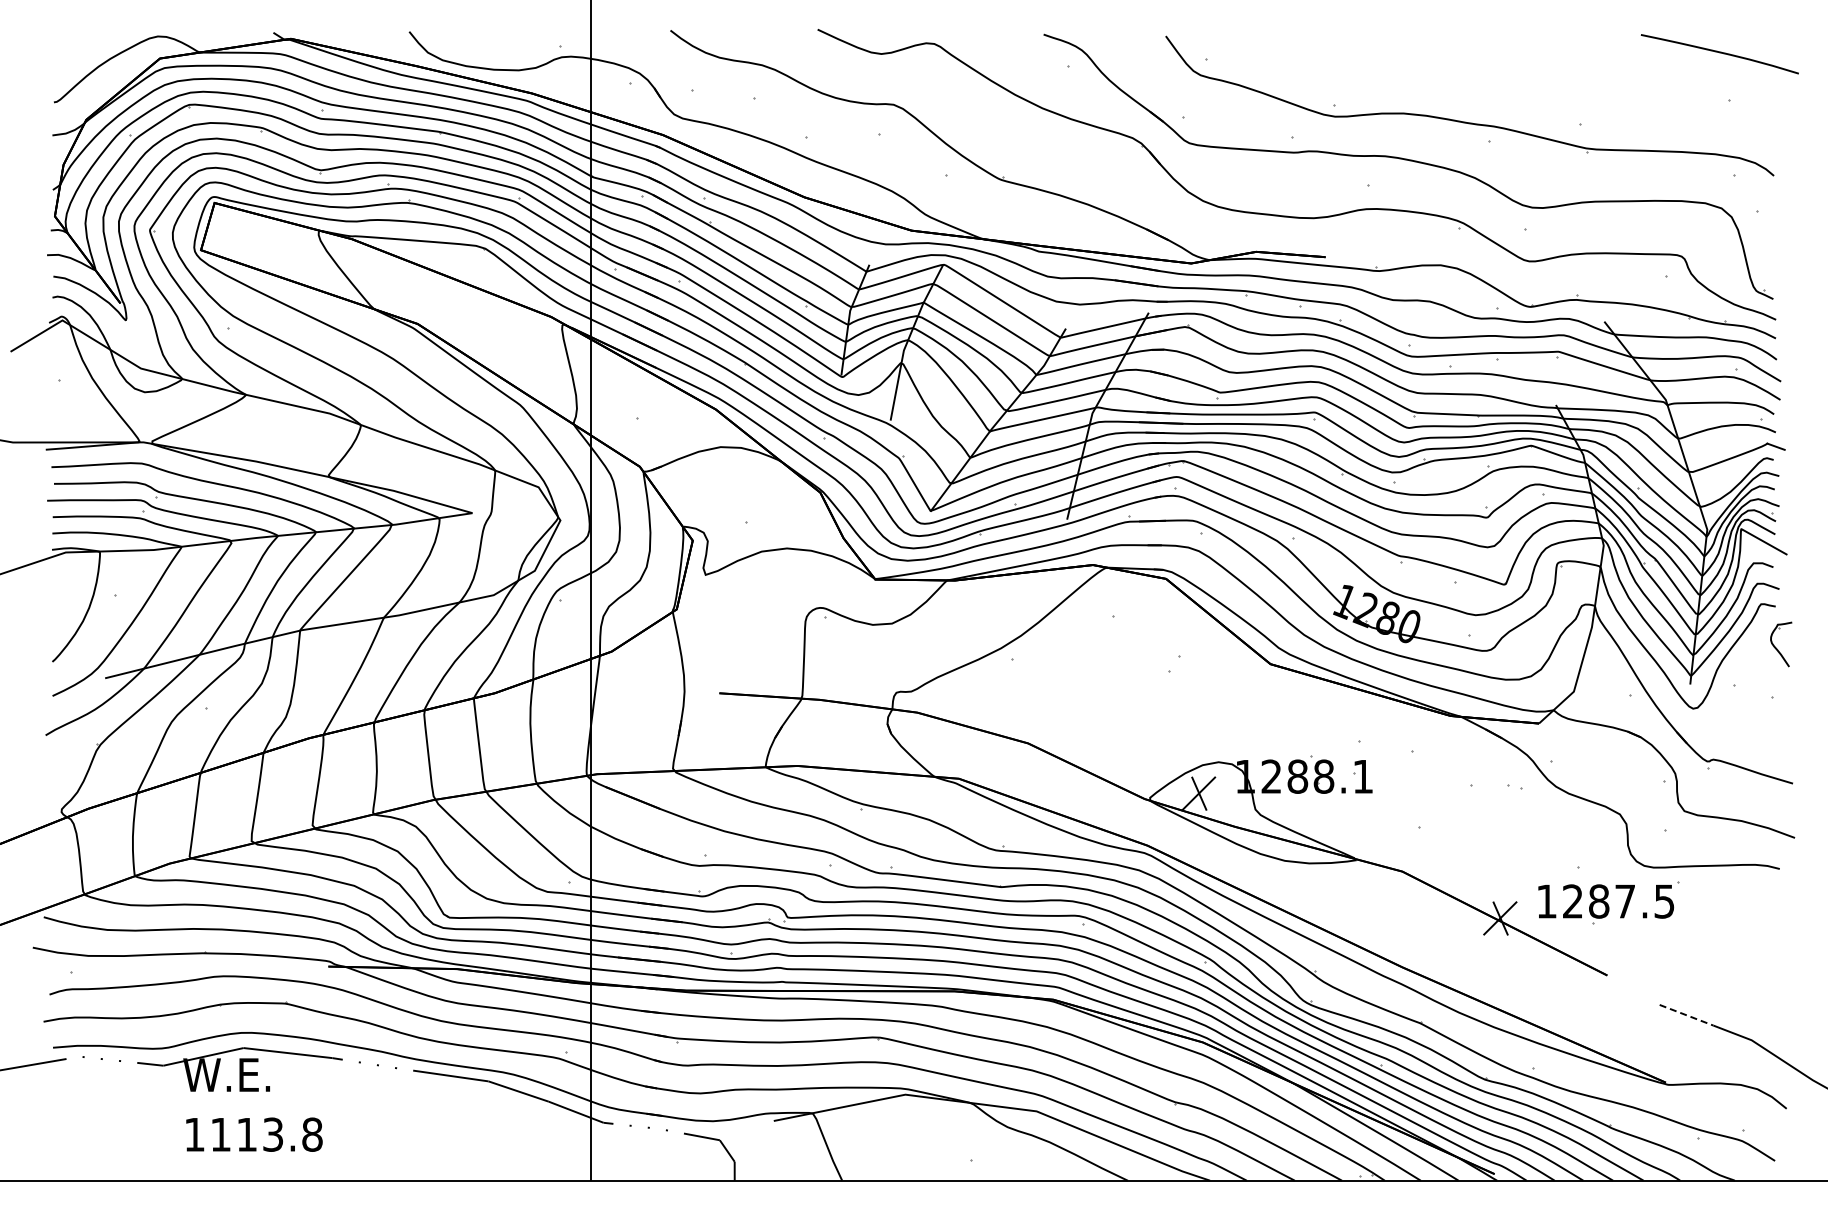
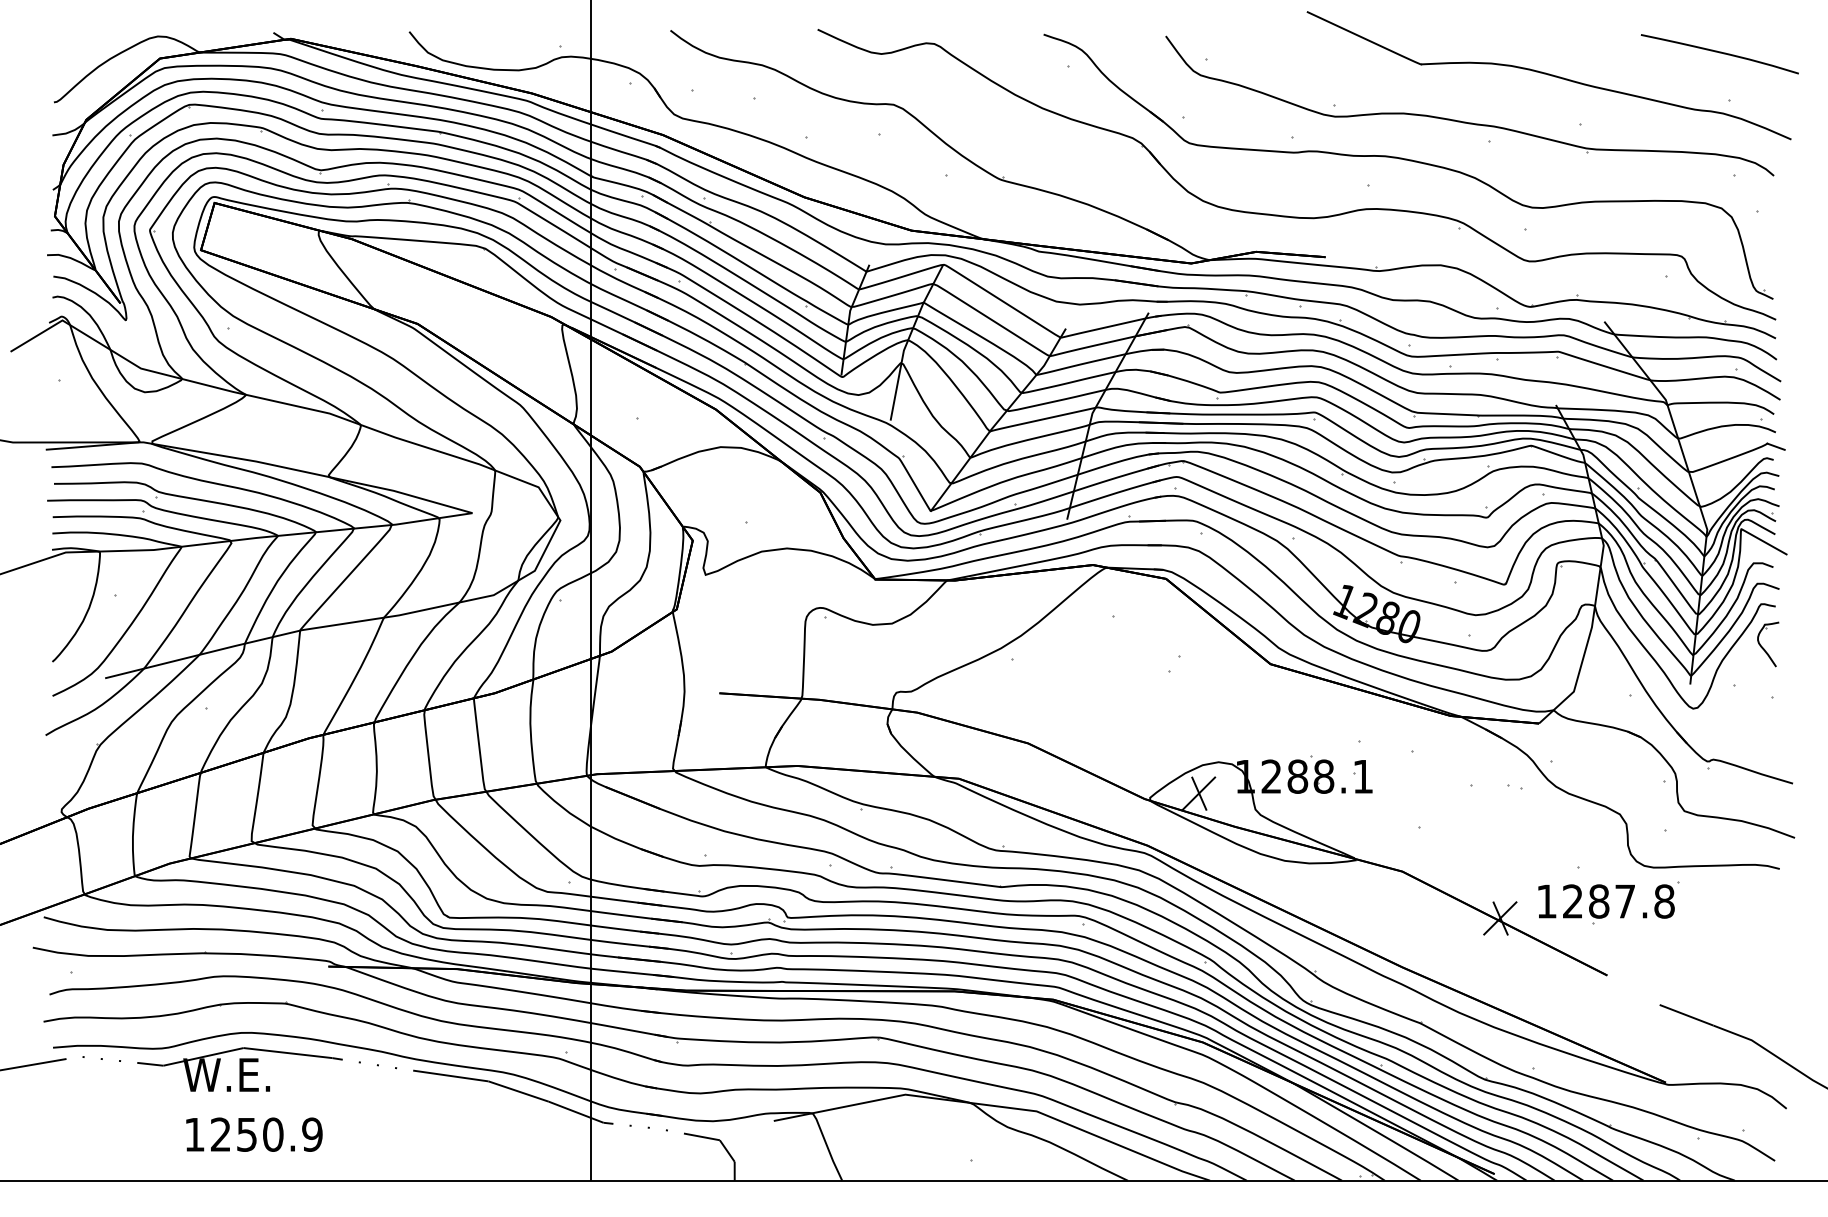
part at (1548, 75): none -> present
part at (1781, 644) position: (1781, 644) -> (1768, 644)
text at (1664, 901): 1287.5 -> 1287.8
line at (1686, 1015): dashed -> solid
text at (266, 1134): 1113.8 -> 1250.9
